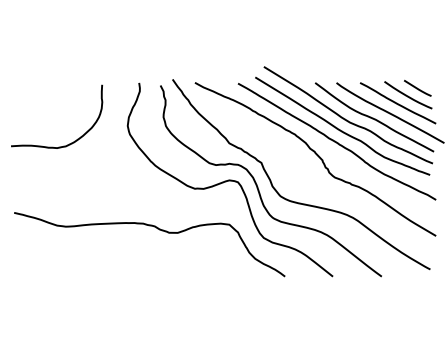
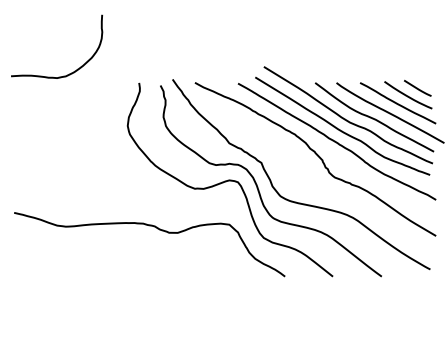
curve at (74, 140) position: (74, 140) -> (74, 70)
